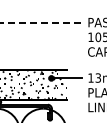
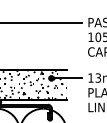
line at (40, 22): dashed -> solid
